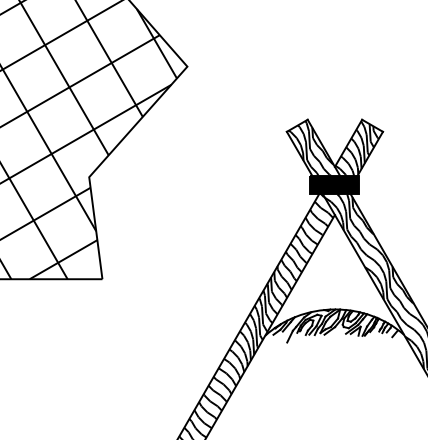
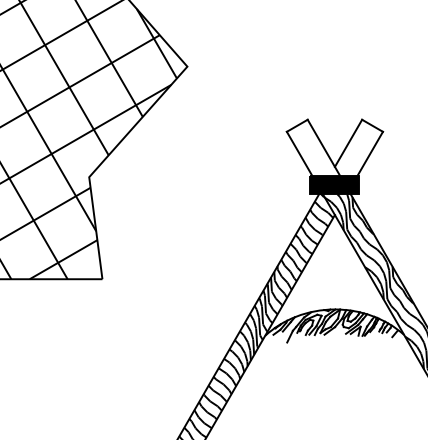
hatch at (333, 148): present -> none
